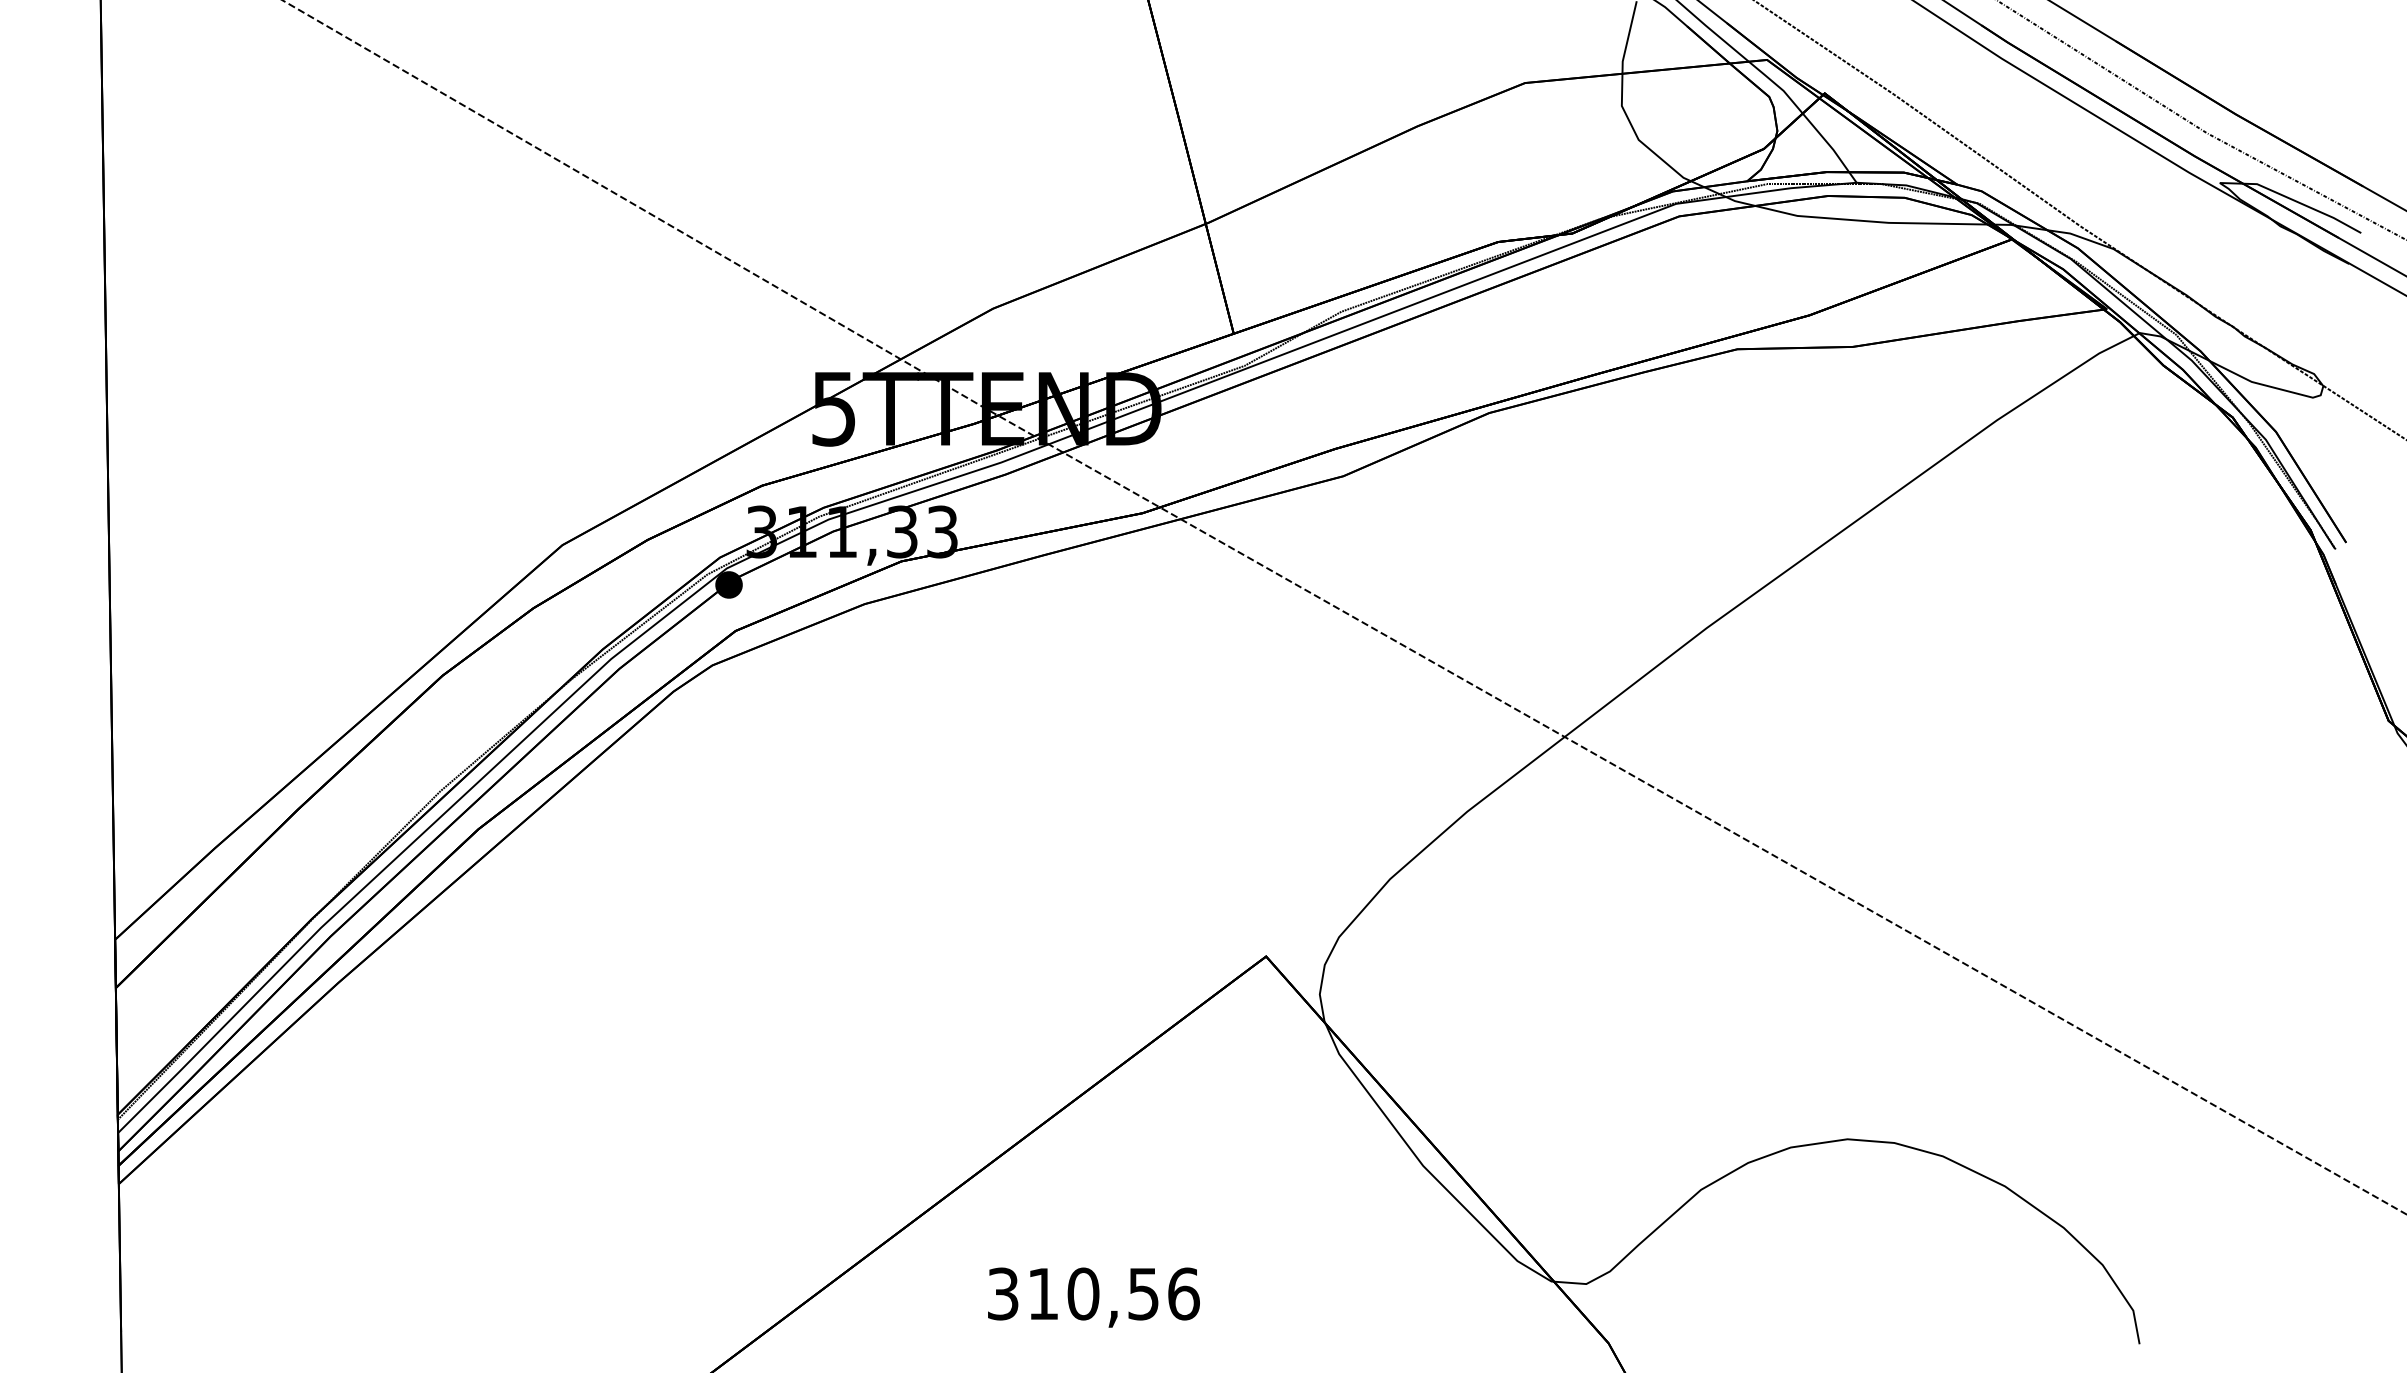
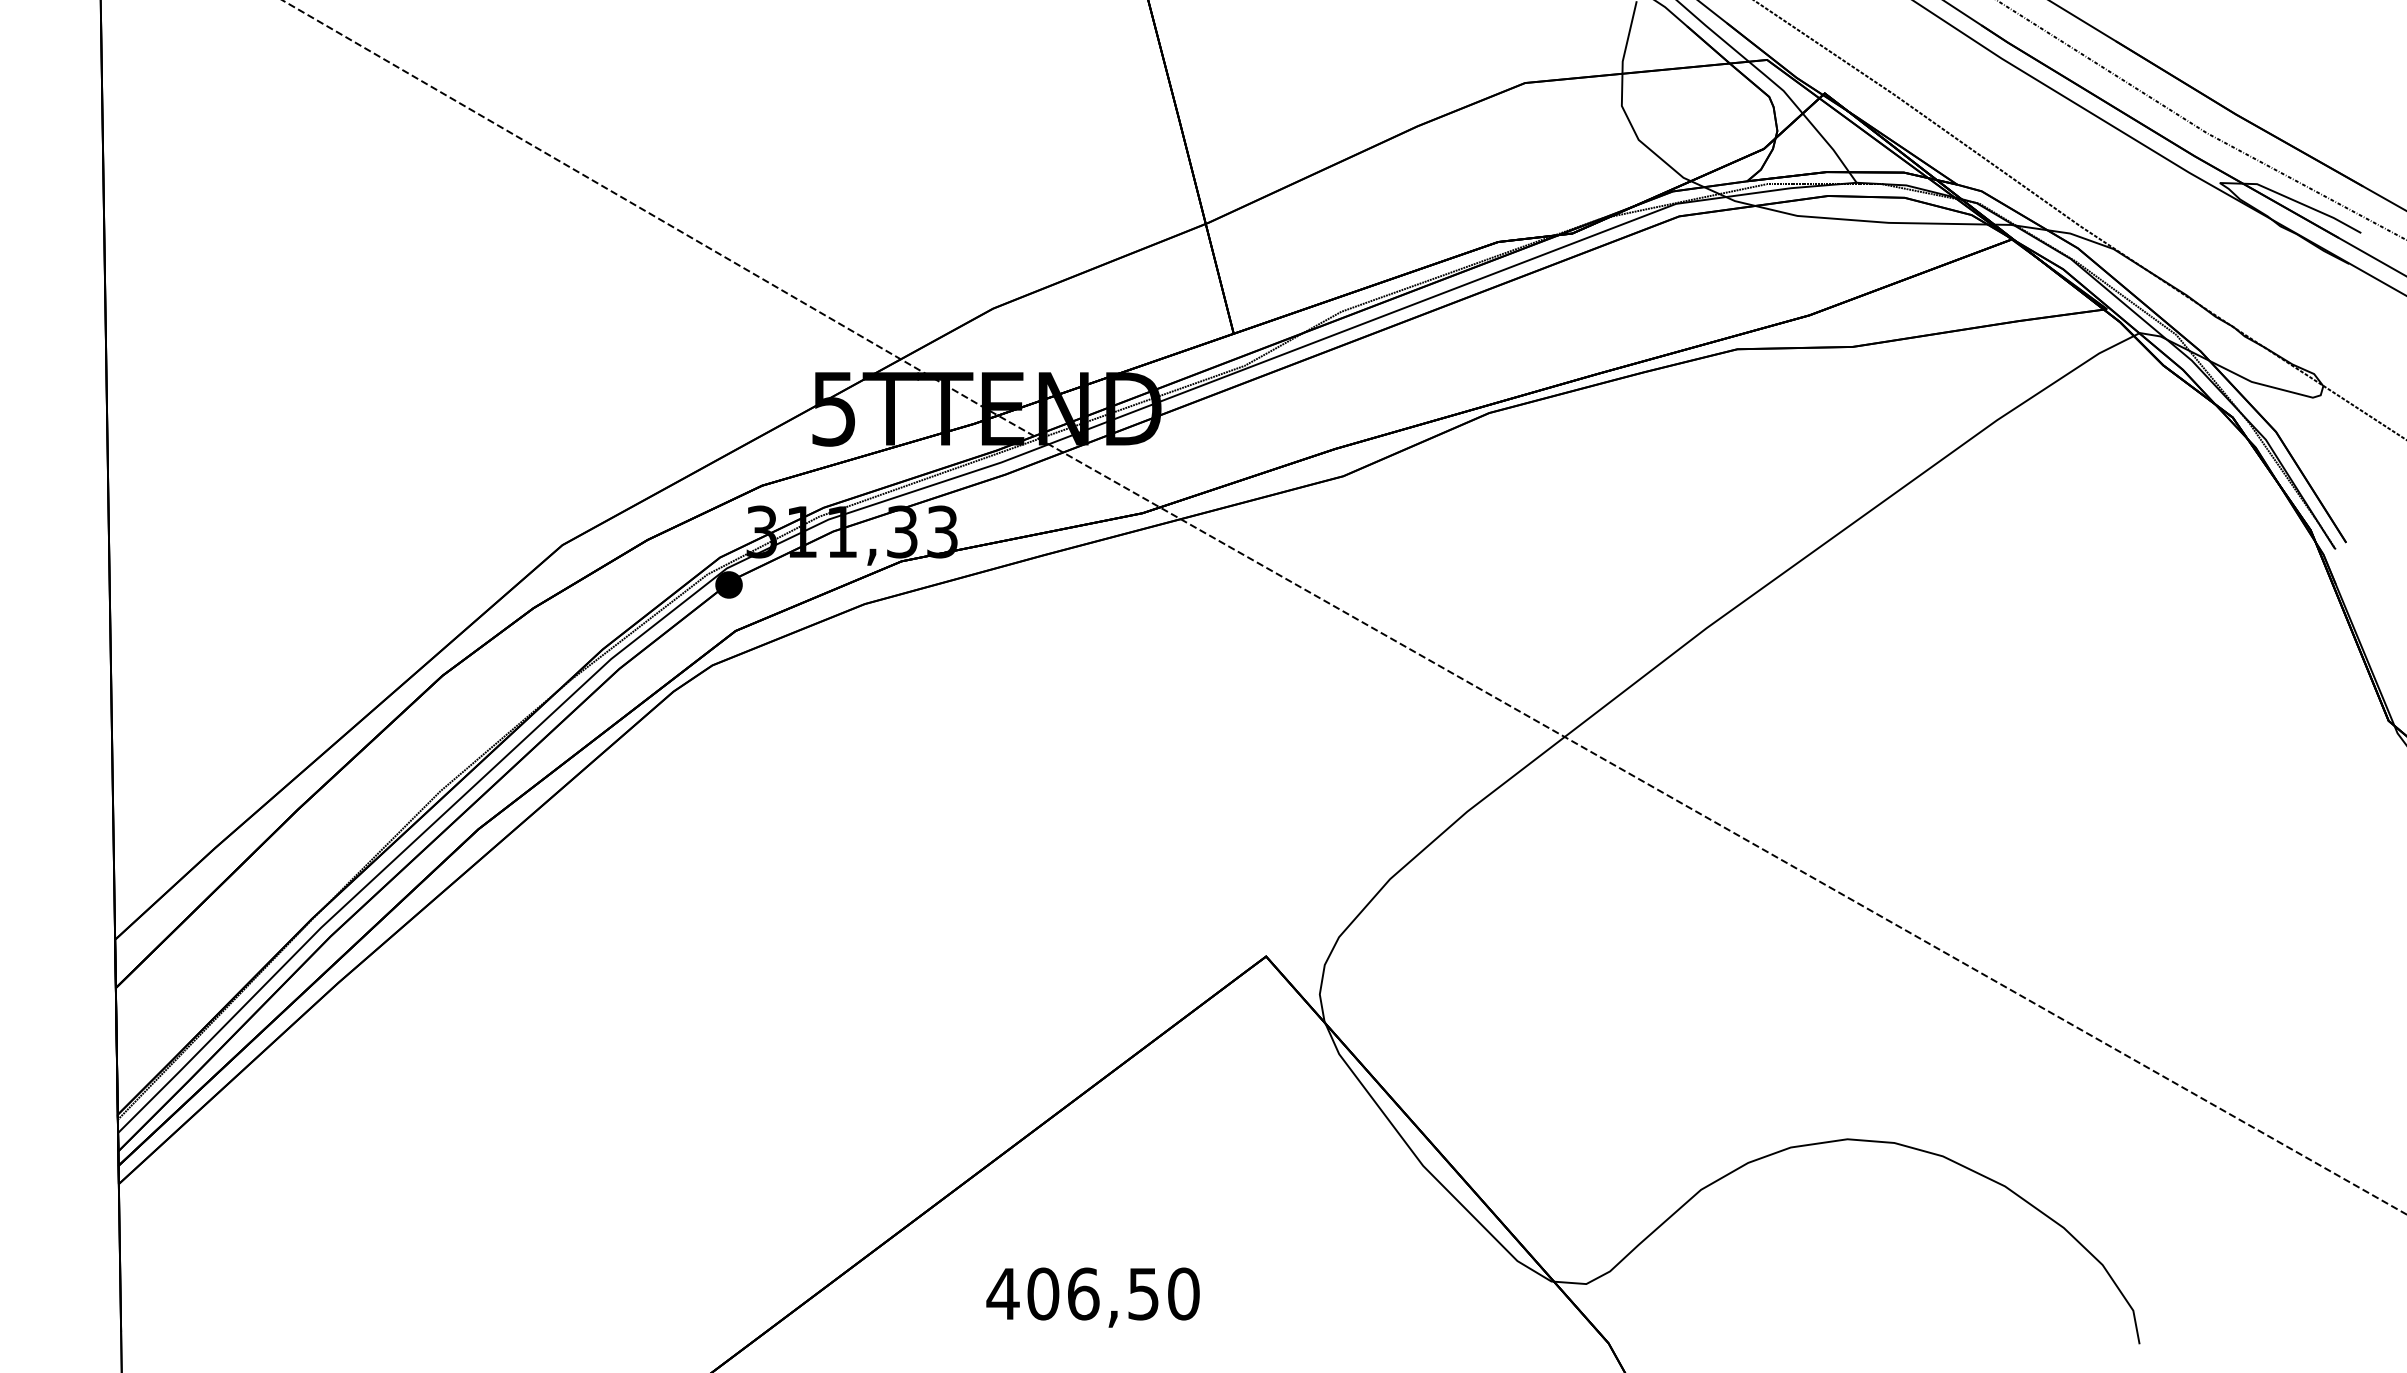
text at (1092, 1293): 310,56 -> 406,50
